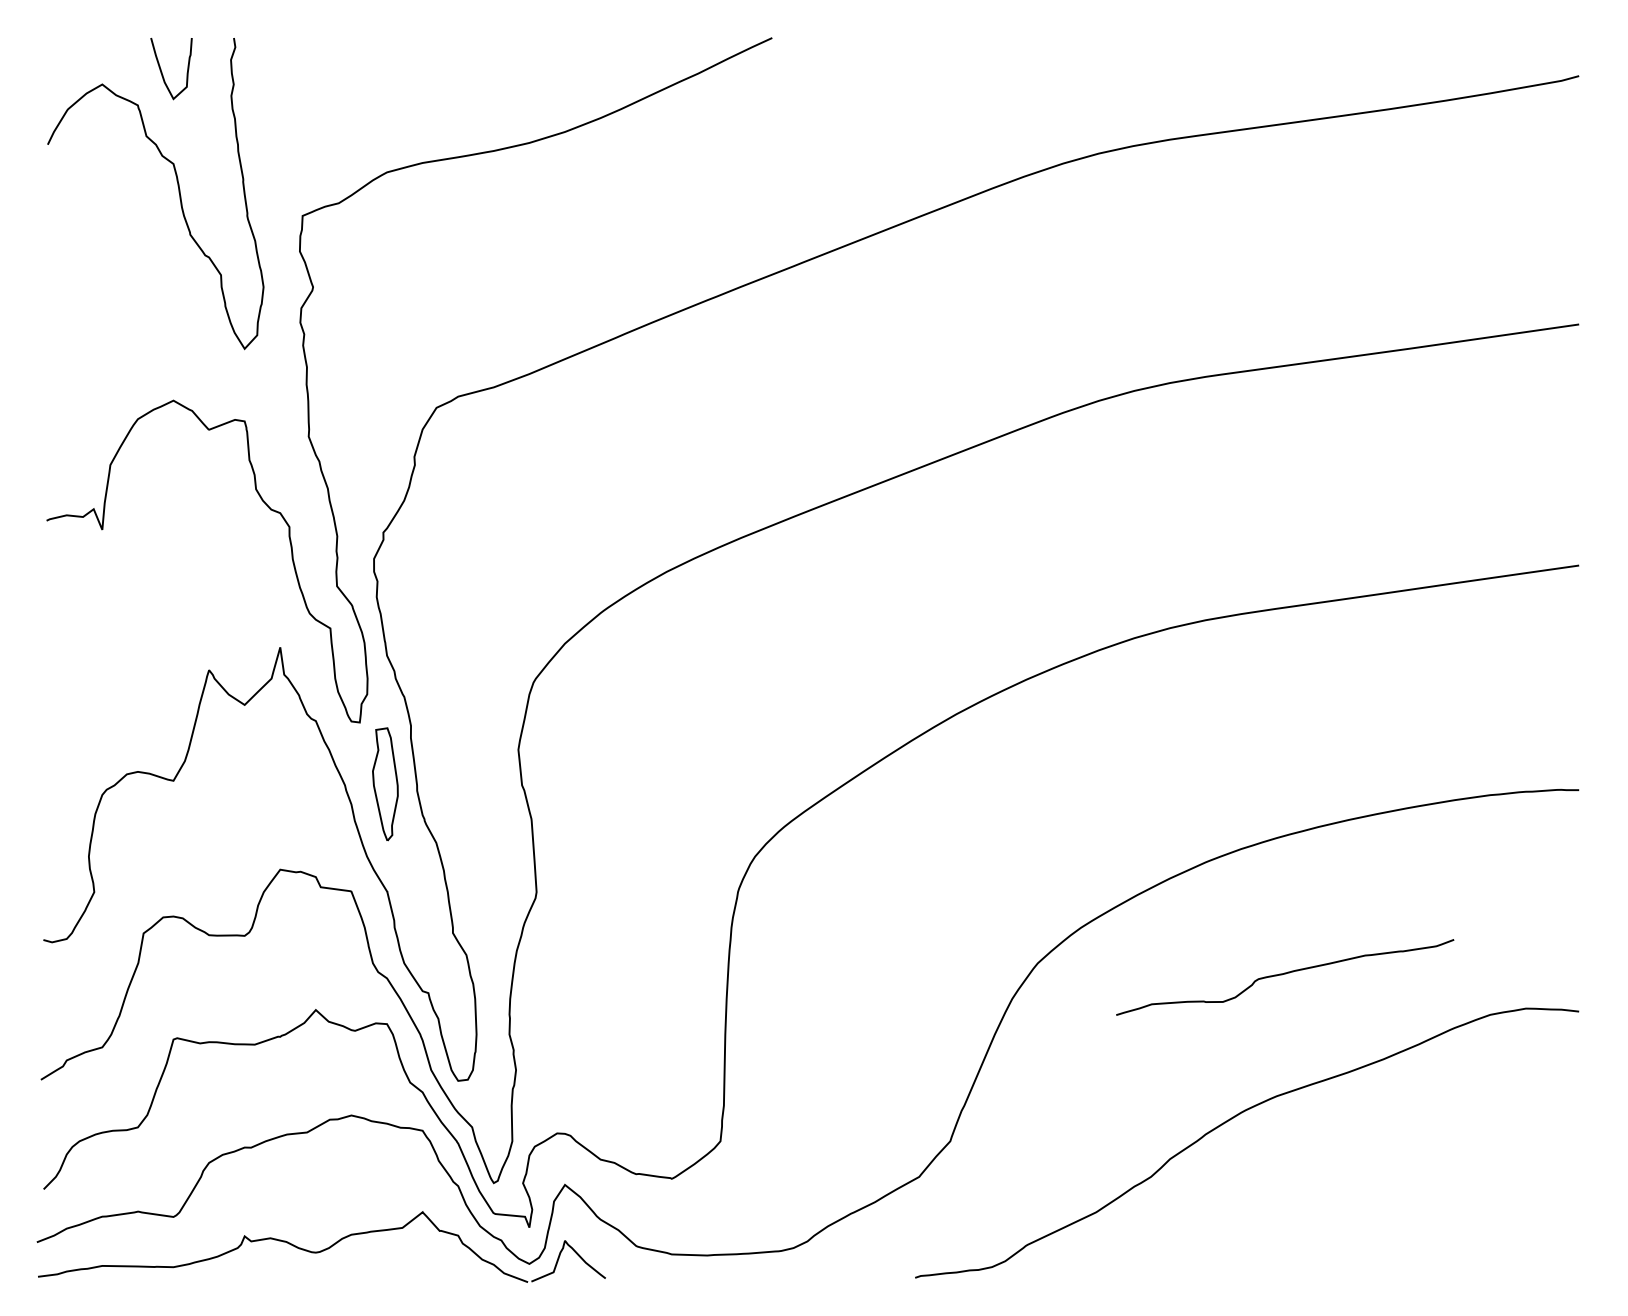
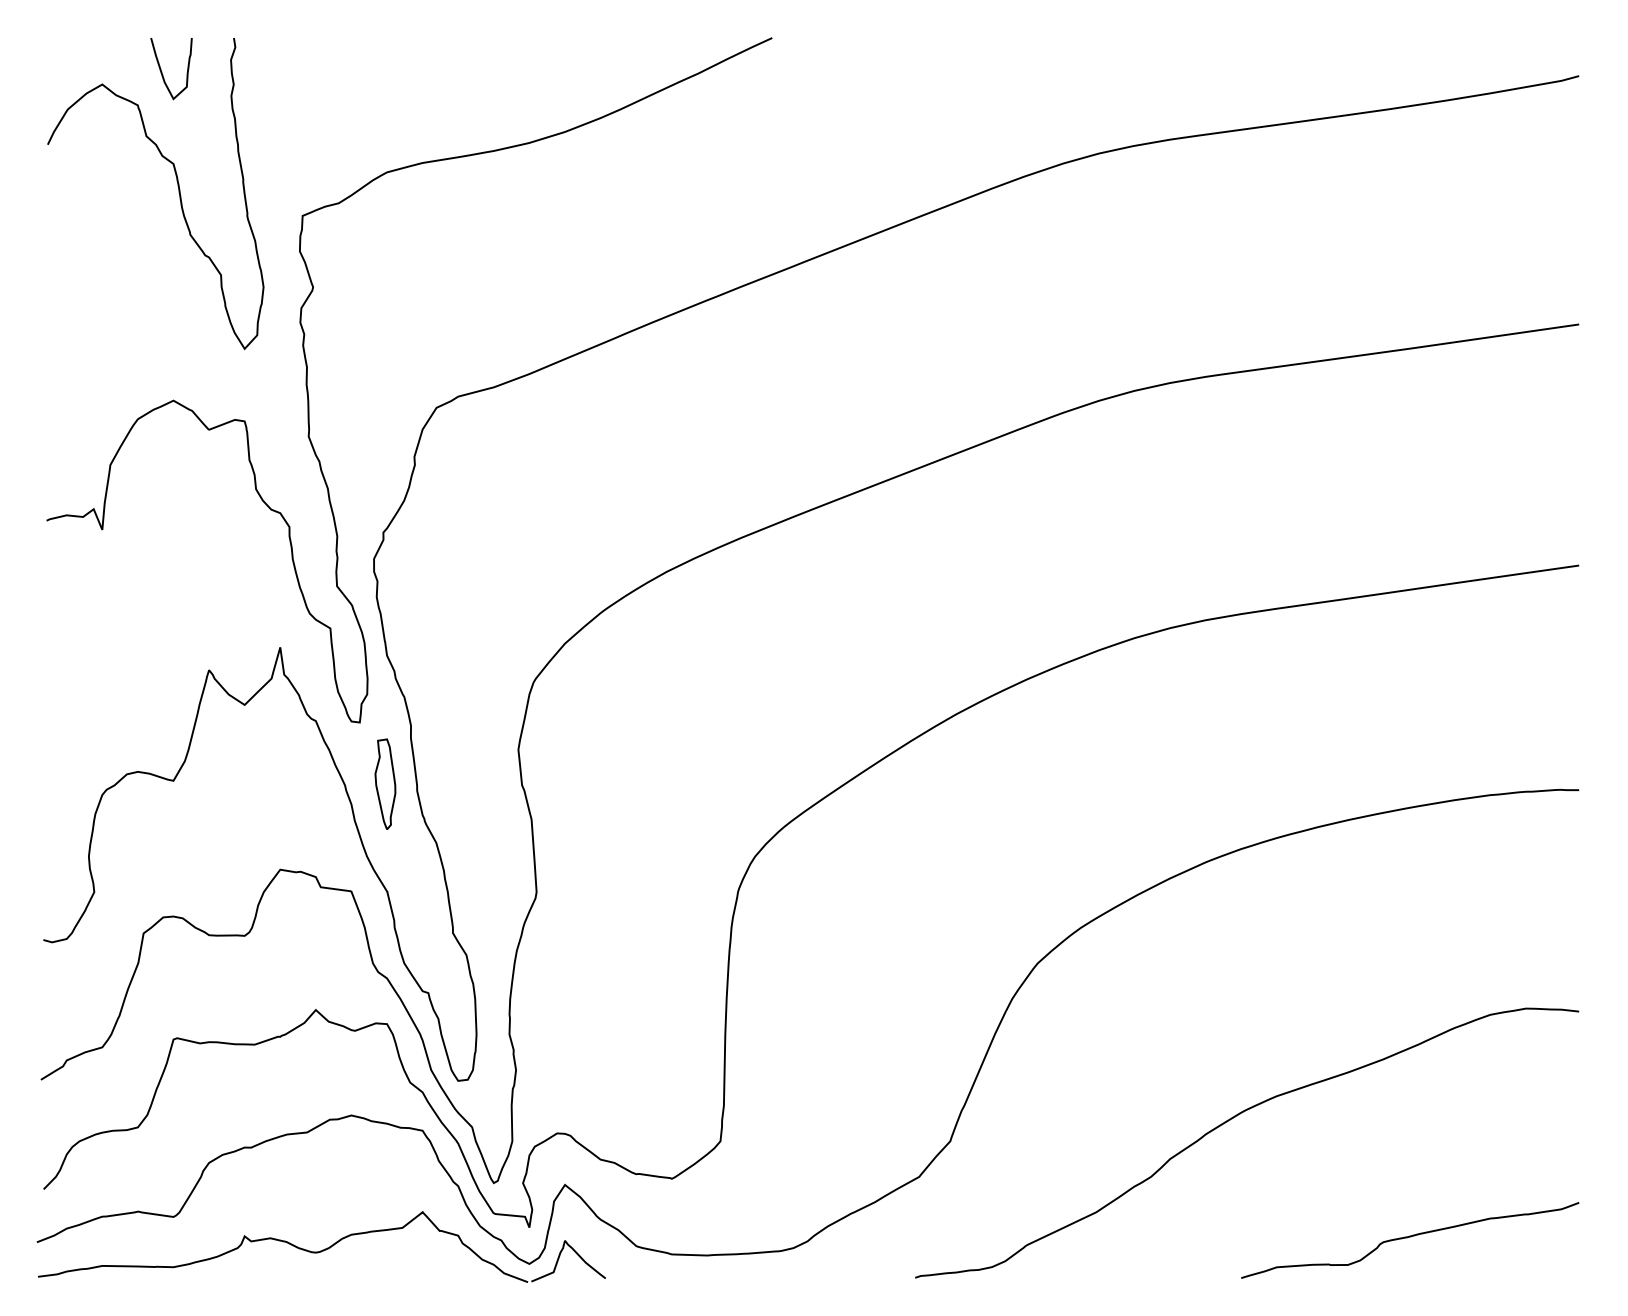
part at (385, 784) size: 27x115 px -> 23x92 px
curve at (1285, 974) position: (1285, 974) -> (1410, 1237)
